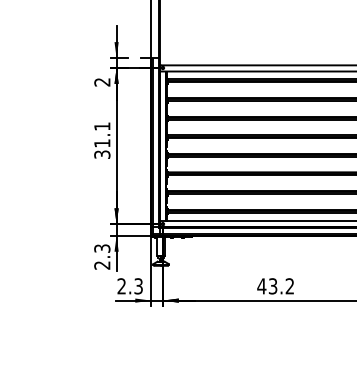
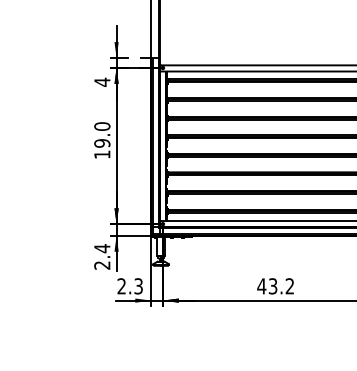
text at (102, 81): 2 -> 4
text at (102, 140): 31.1 -> 19.0
text at (102, 248): 2.3 -> 2.4
